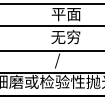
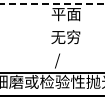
line at (52, 4): solid -> dashed
line at (51, 26): present -> none
line at (51, 50): present -> none
